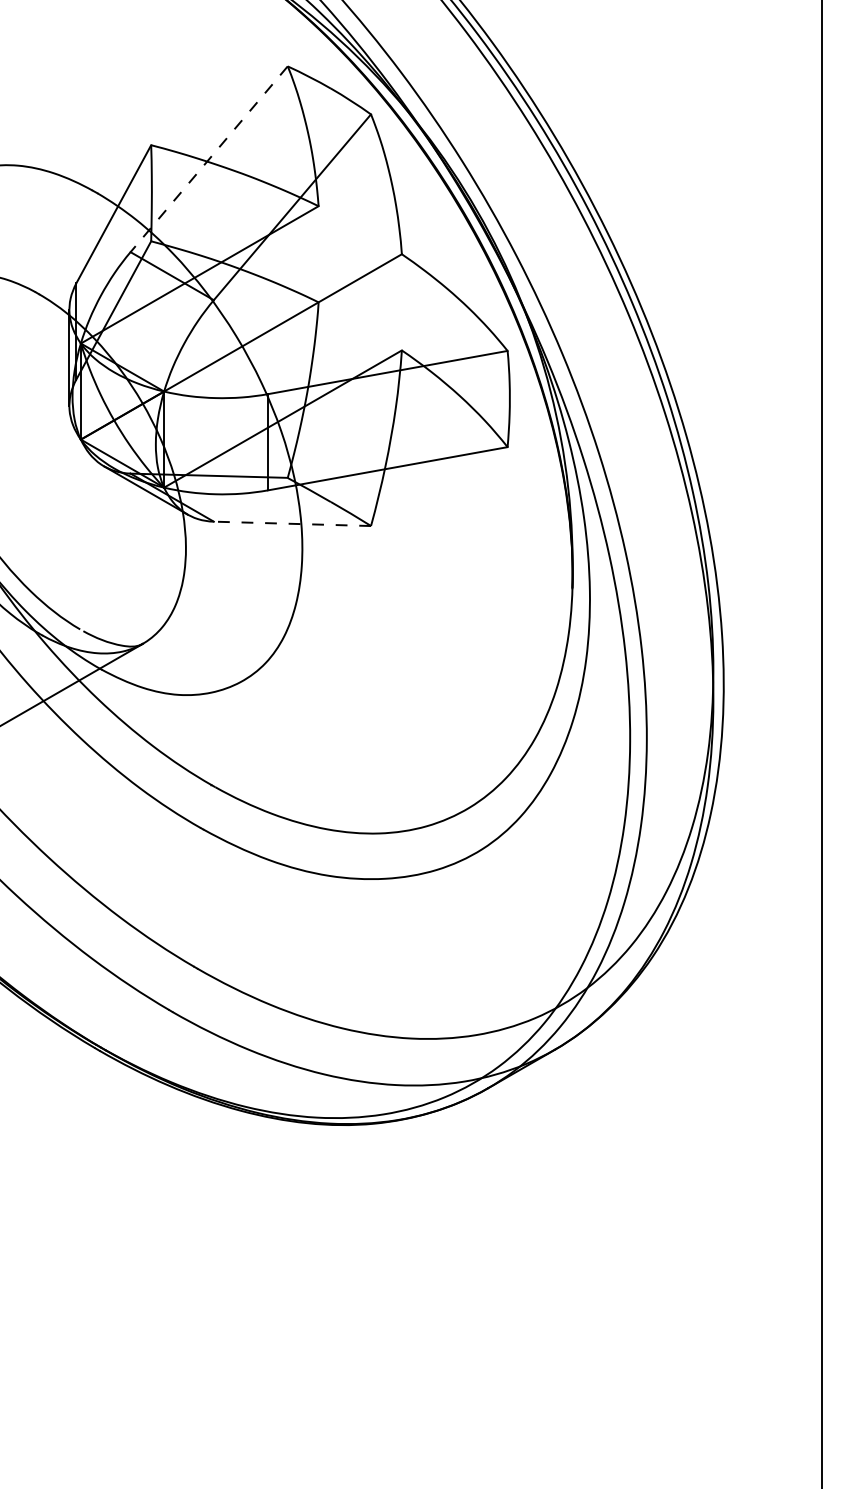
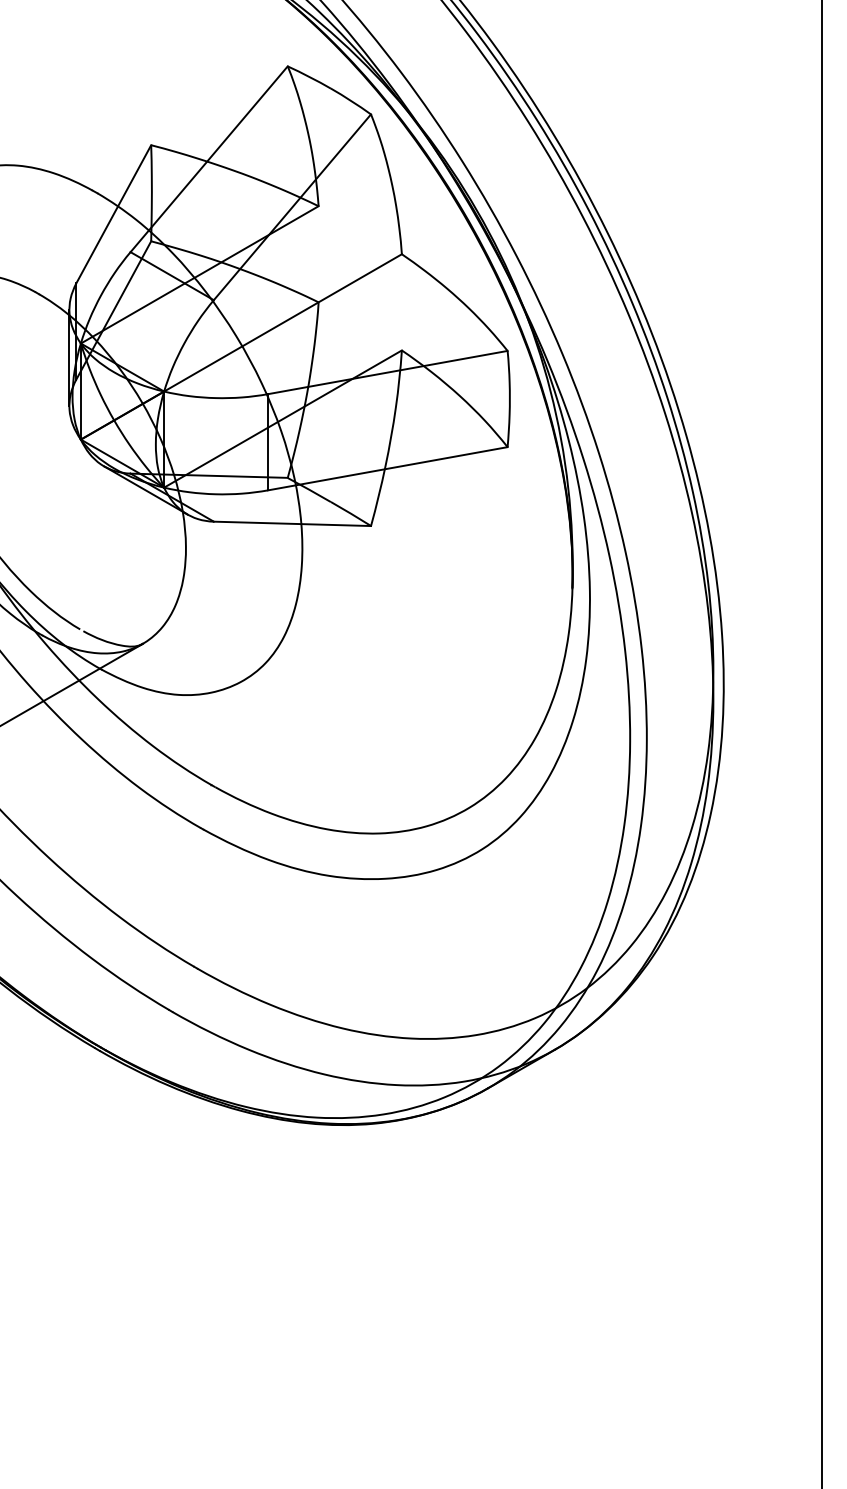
line at (209, 159): dashed -> solid
line at (292, 523): dashed -> solid
